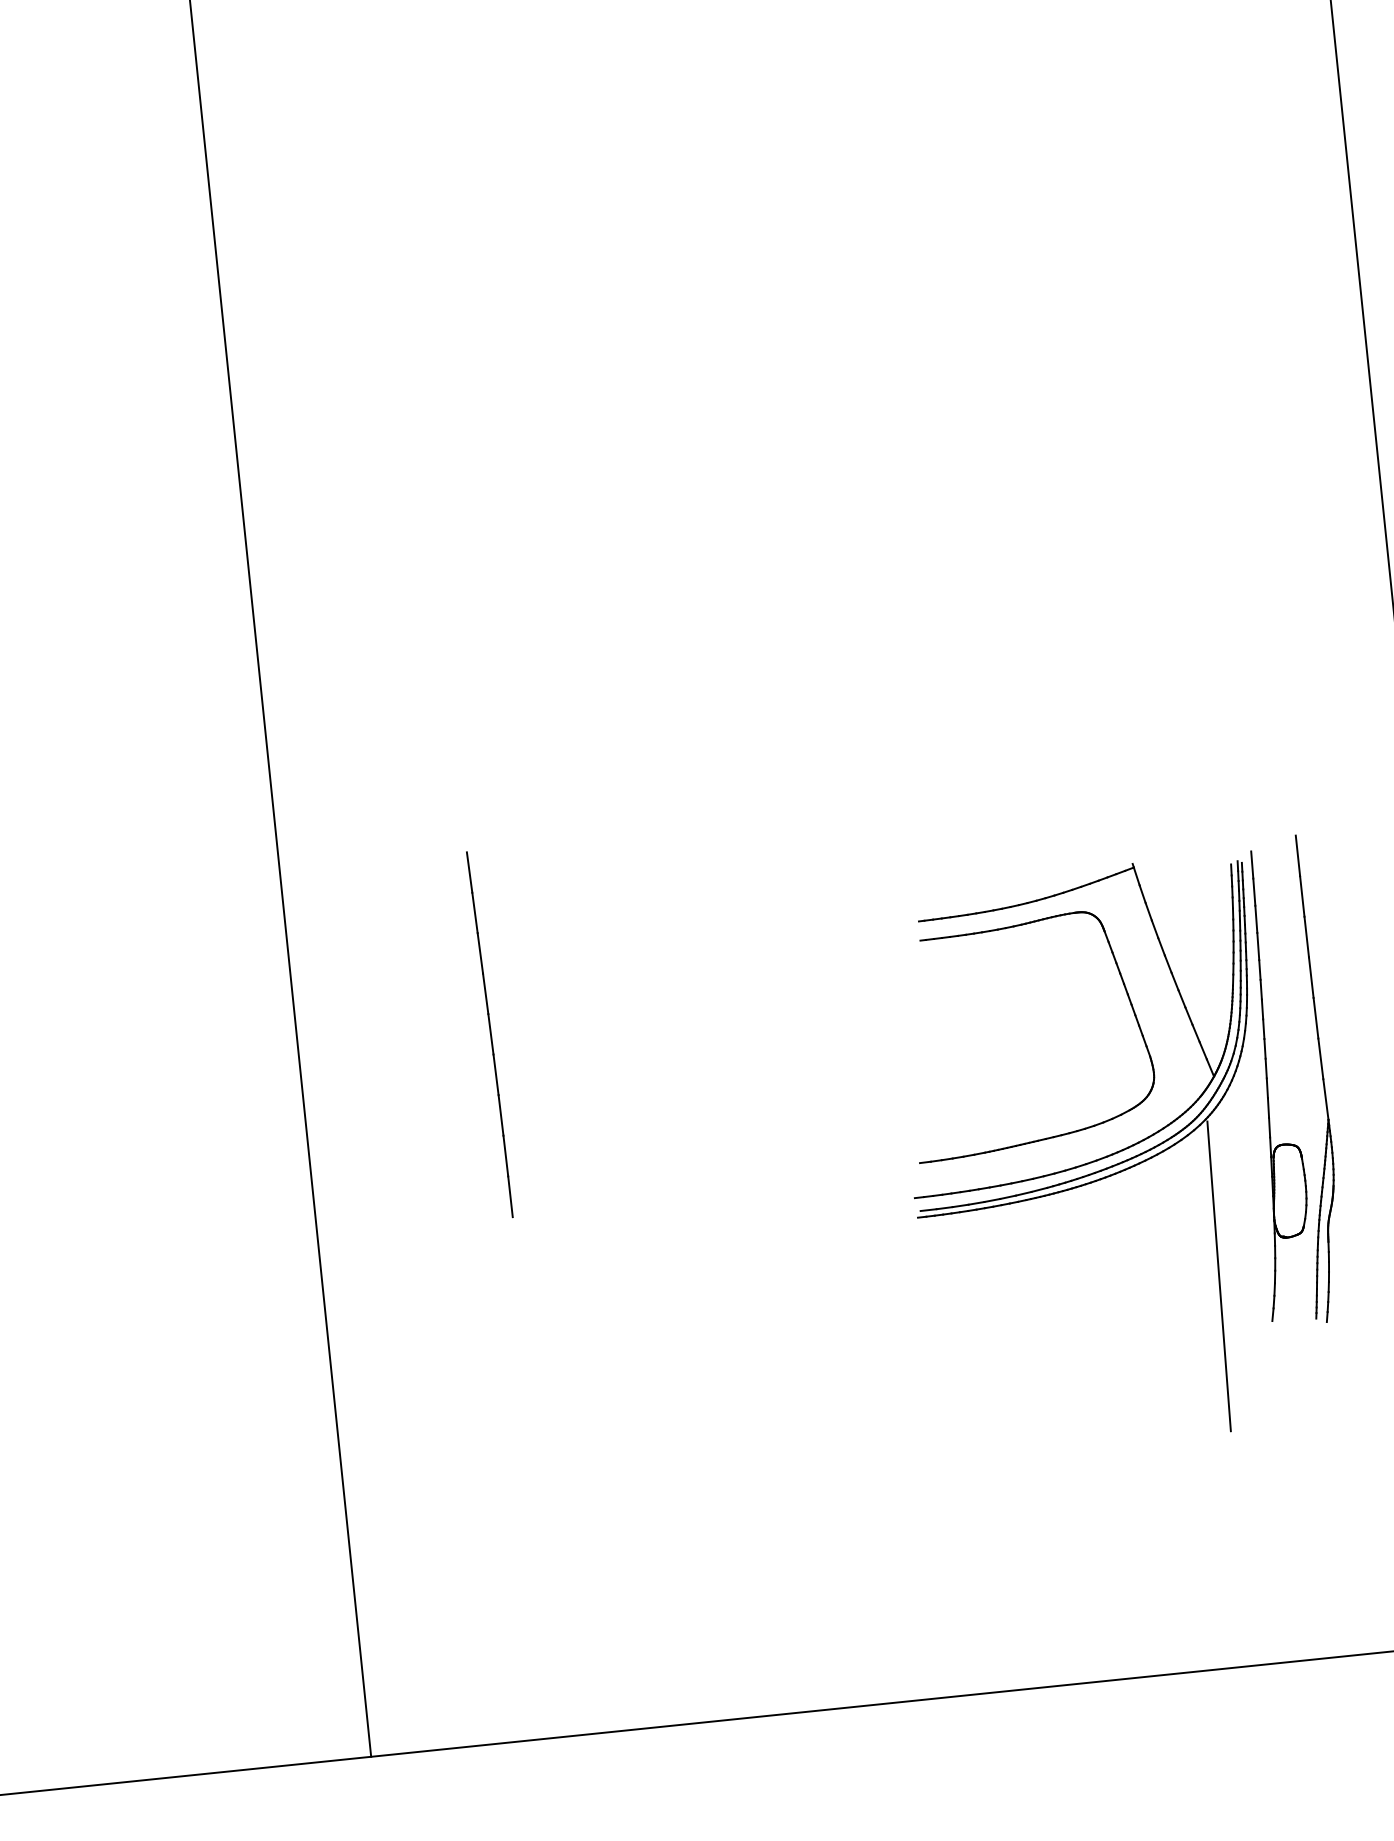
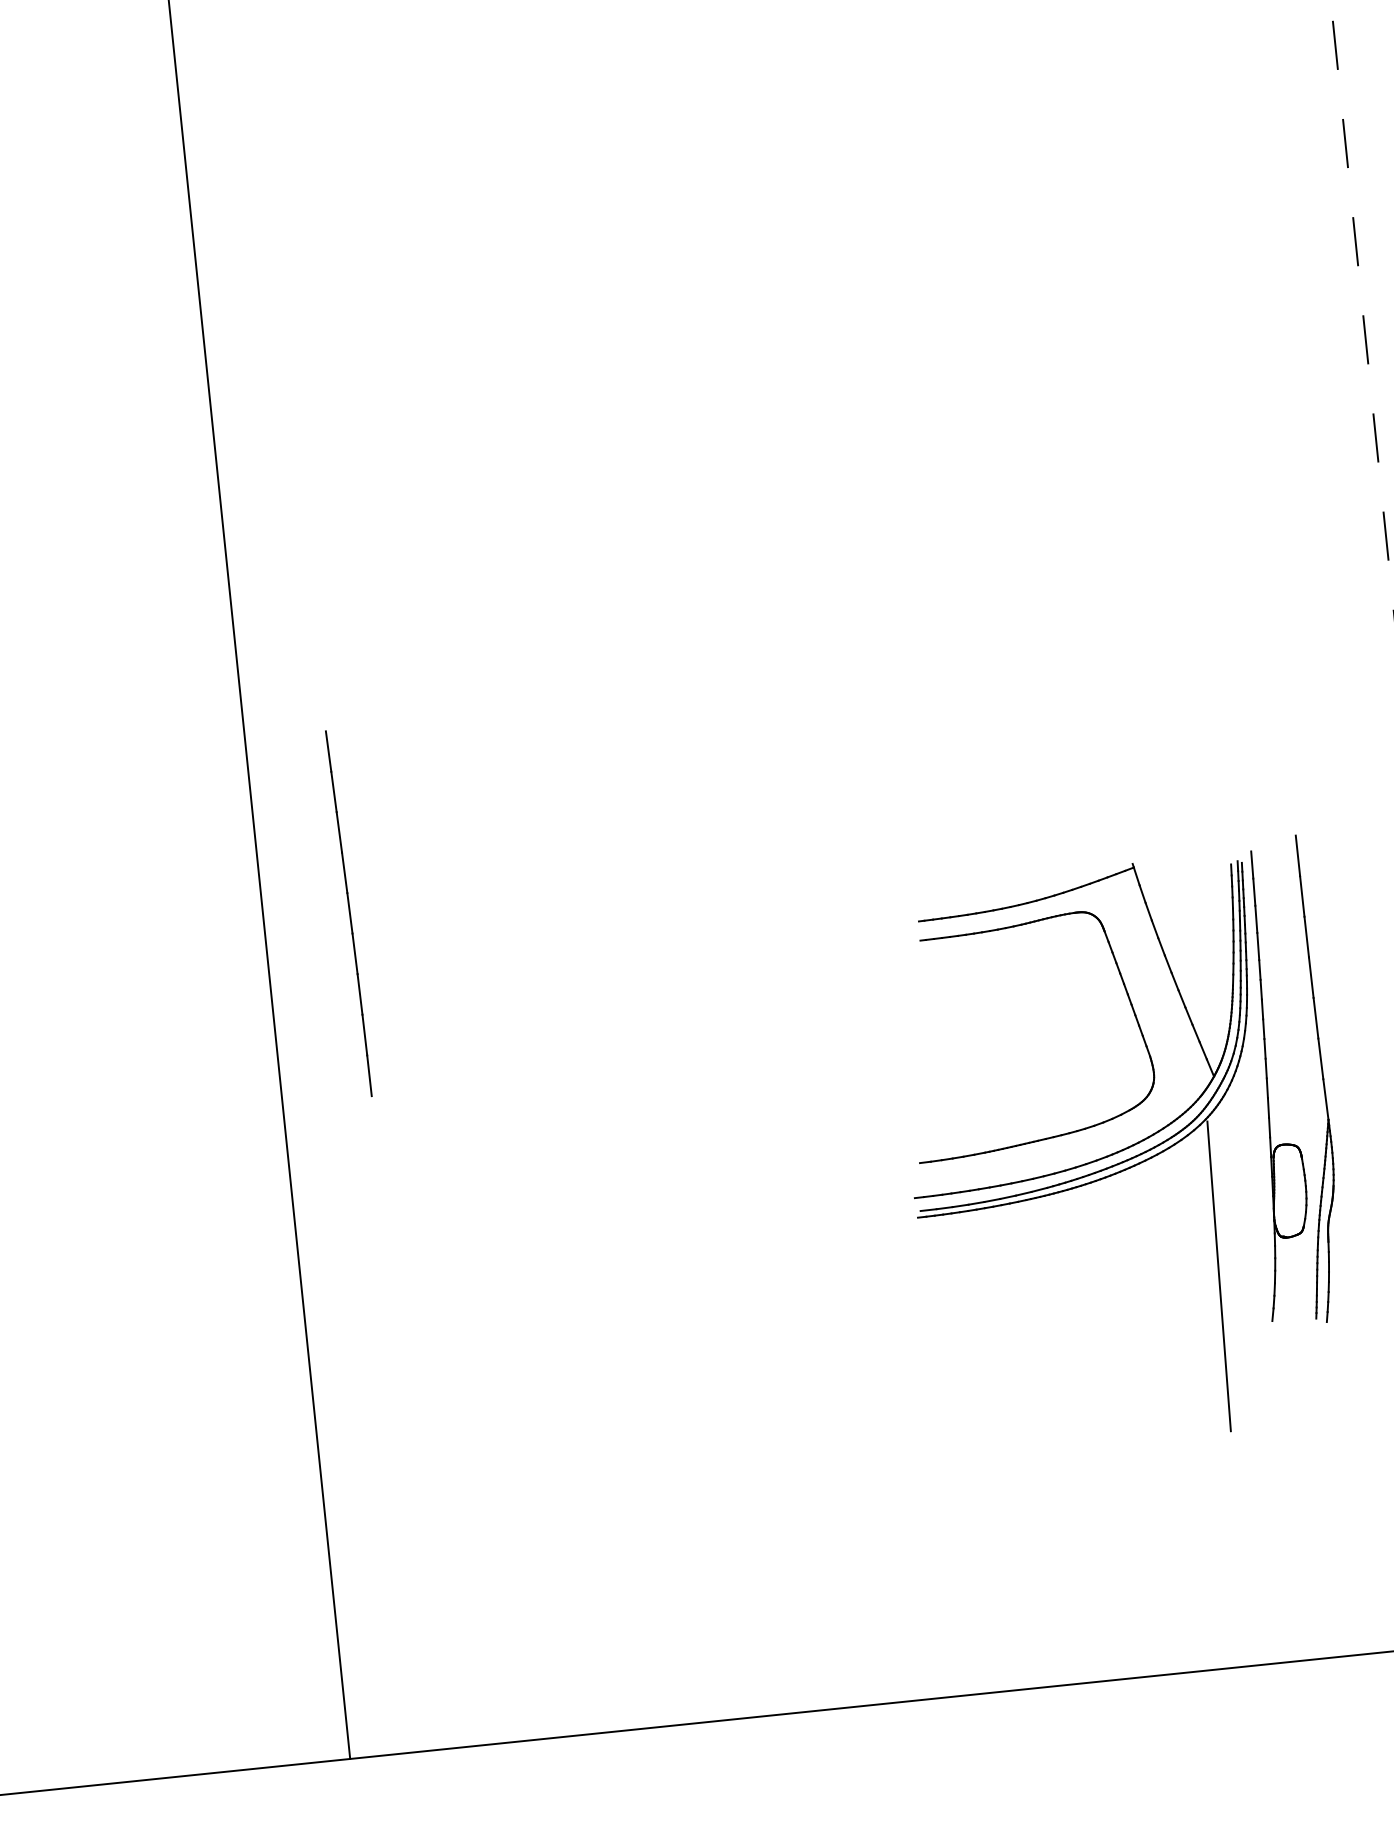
line at (1362, 306): solid -> dashed
line at (280, 879) position: (280, 879) -> (259, 880)
part at (489, 1034) position: (489, 1034) -> (348, 913)
